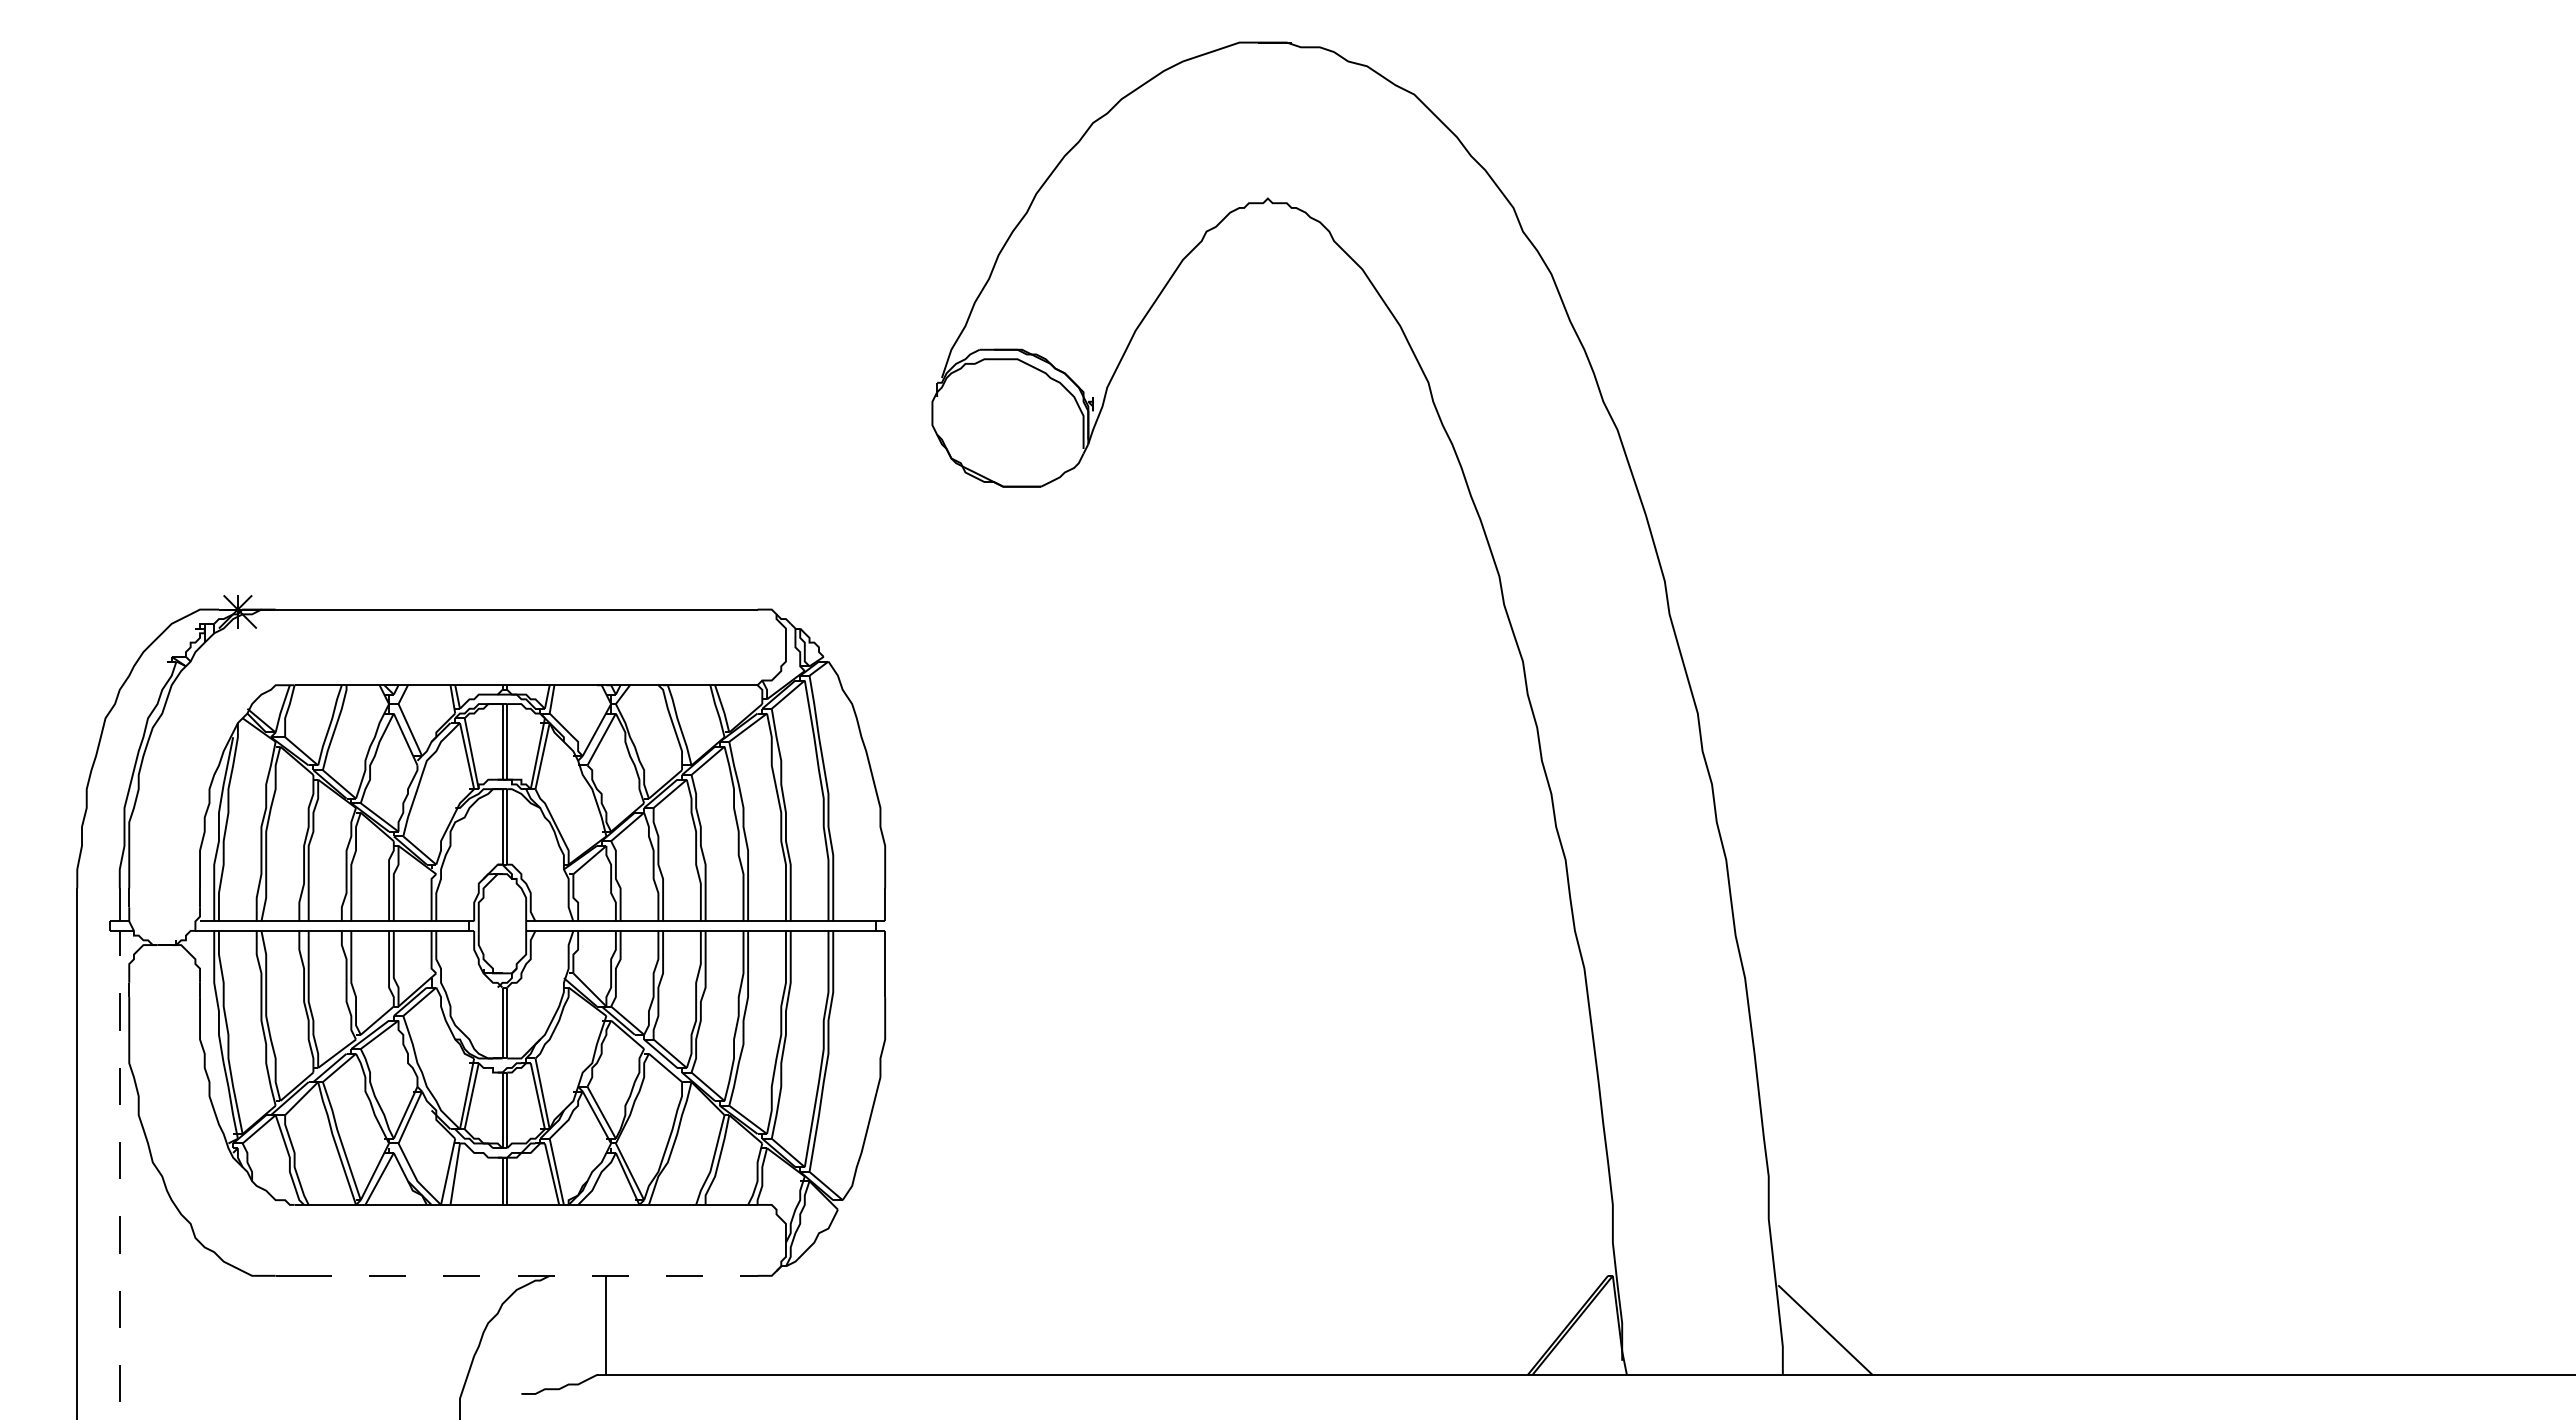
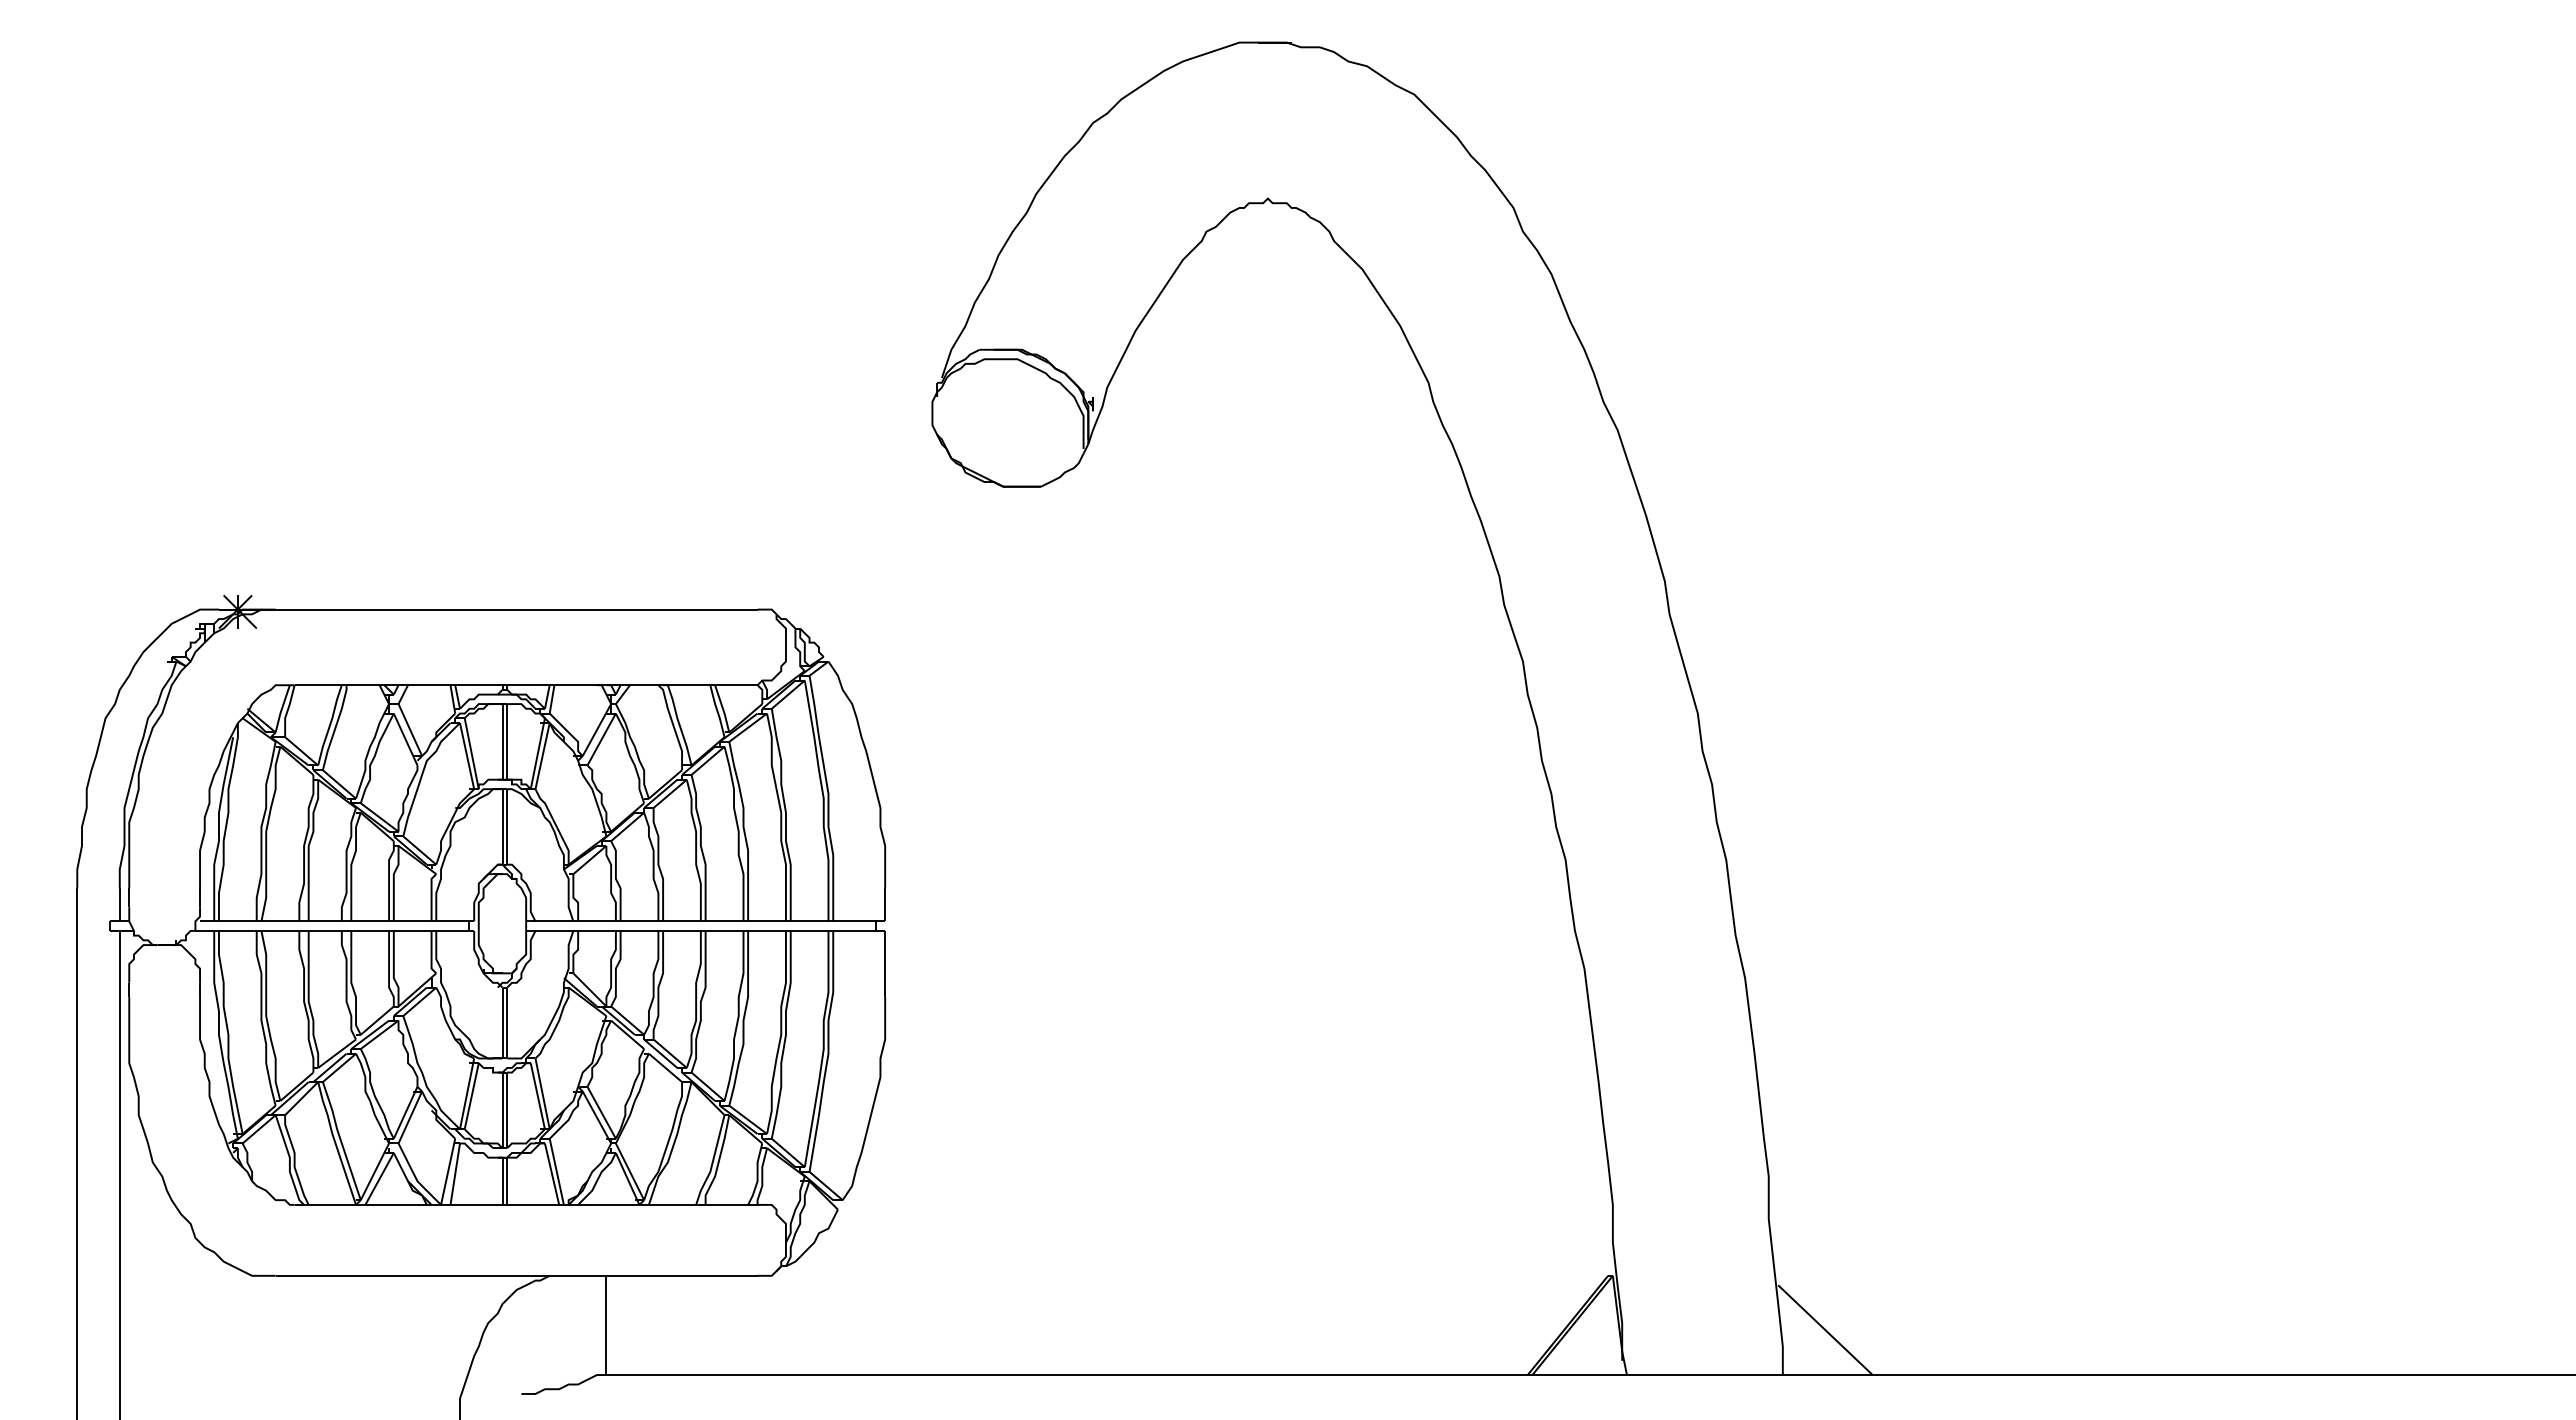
line at (119, 1174): dashed -> solid
line at (526, 1275): dashed -> solid
